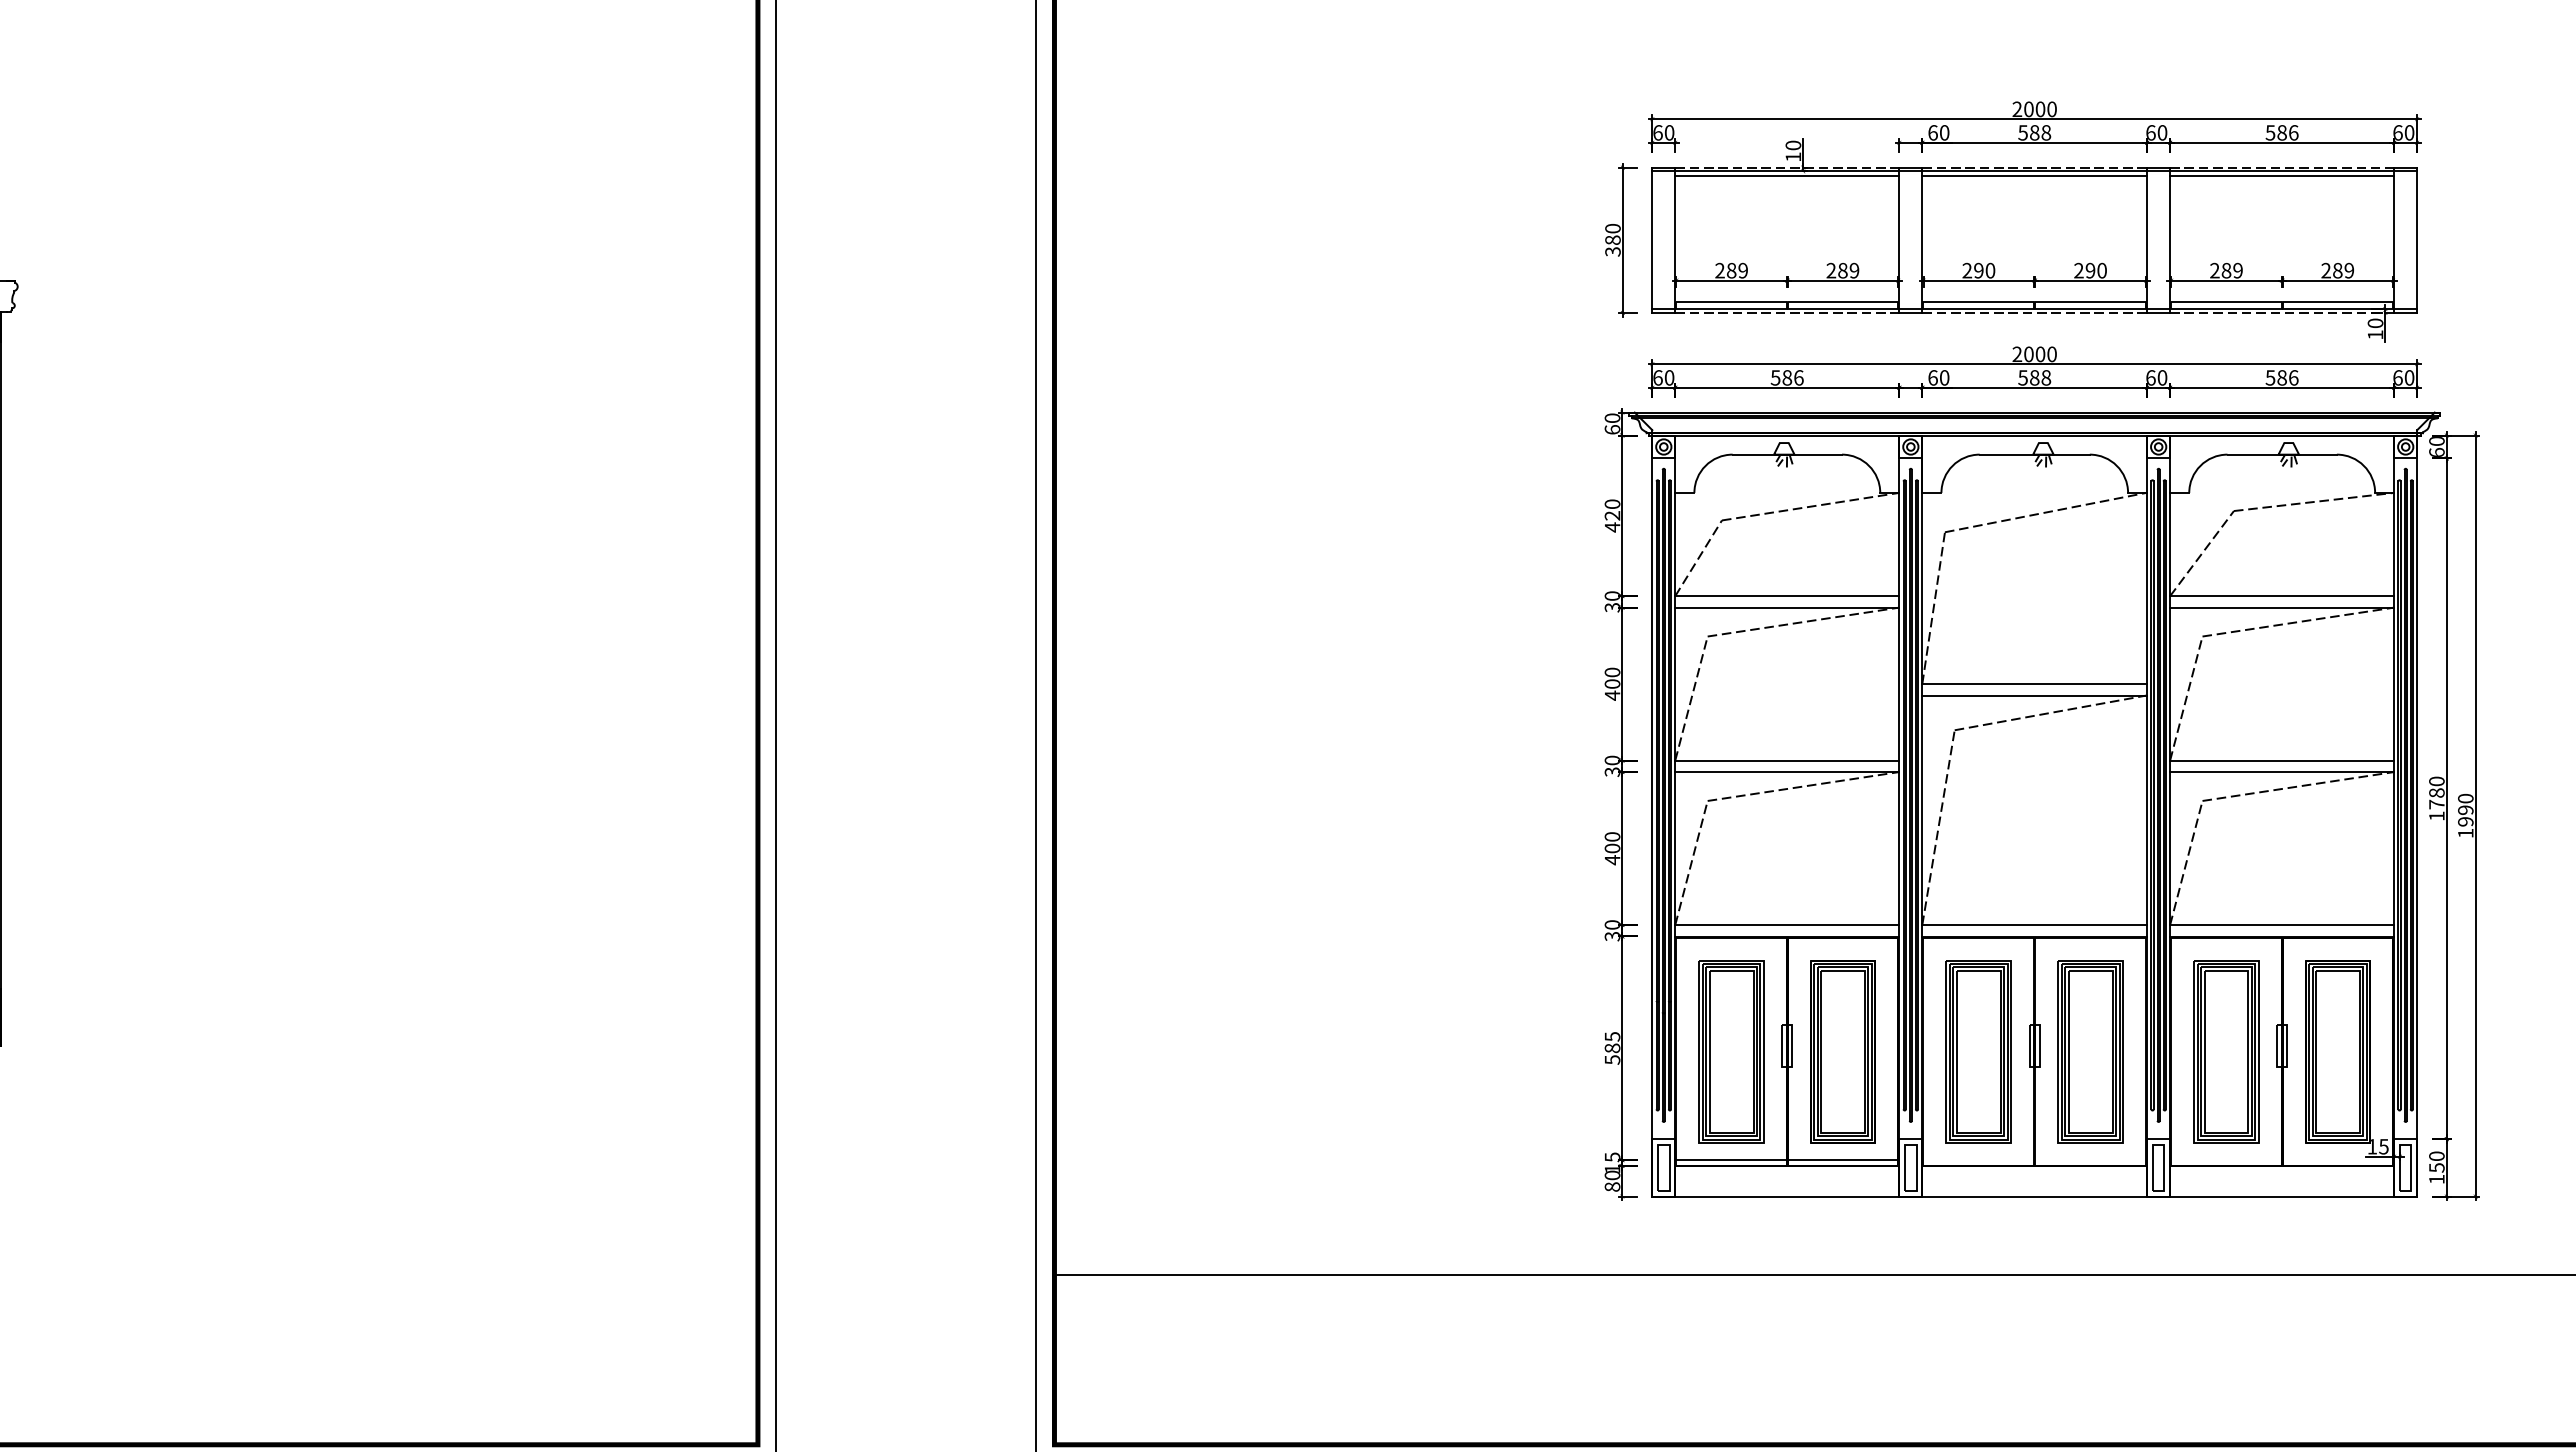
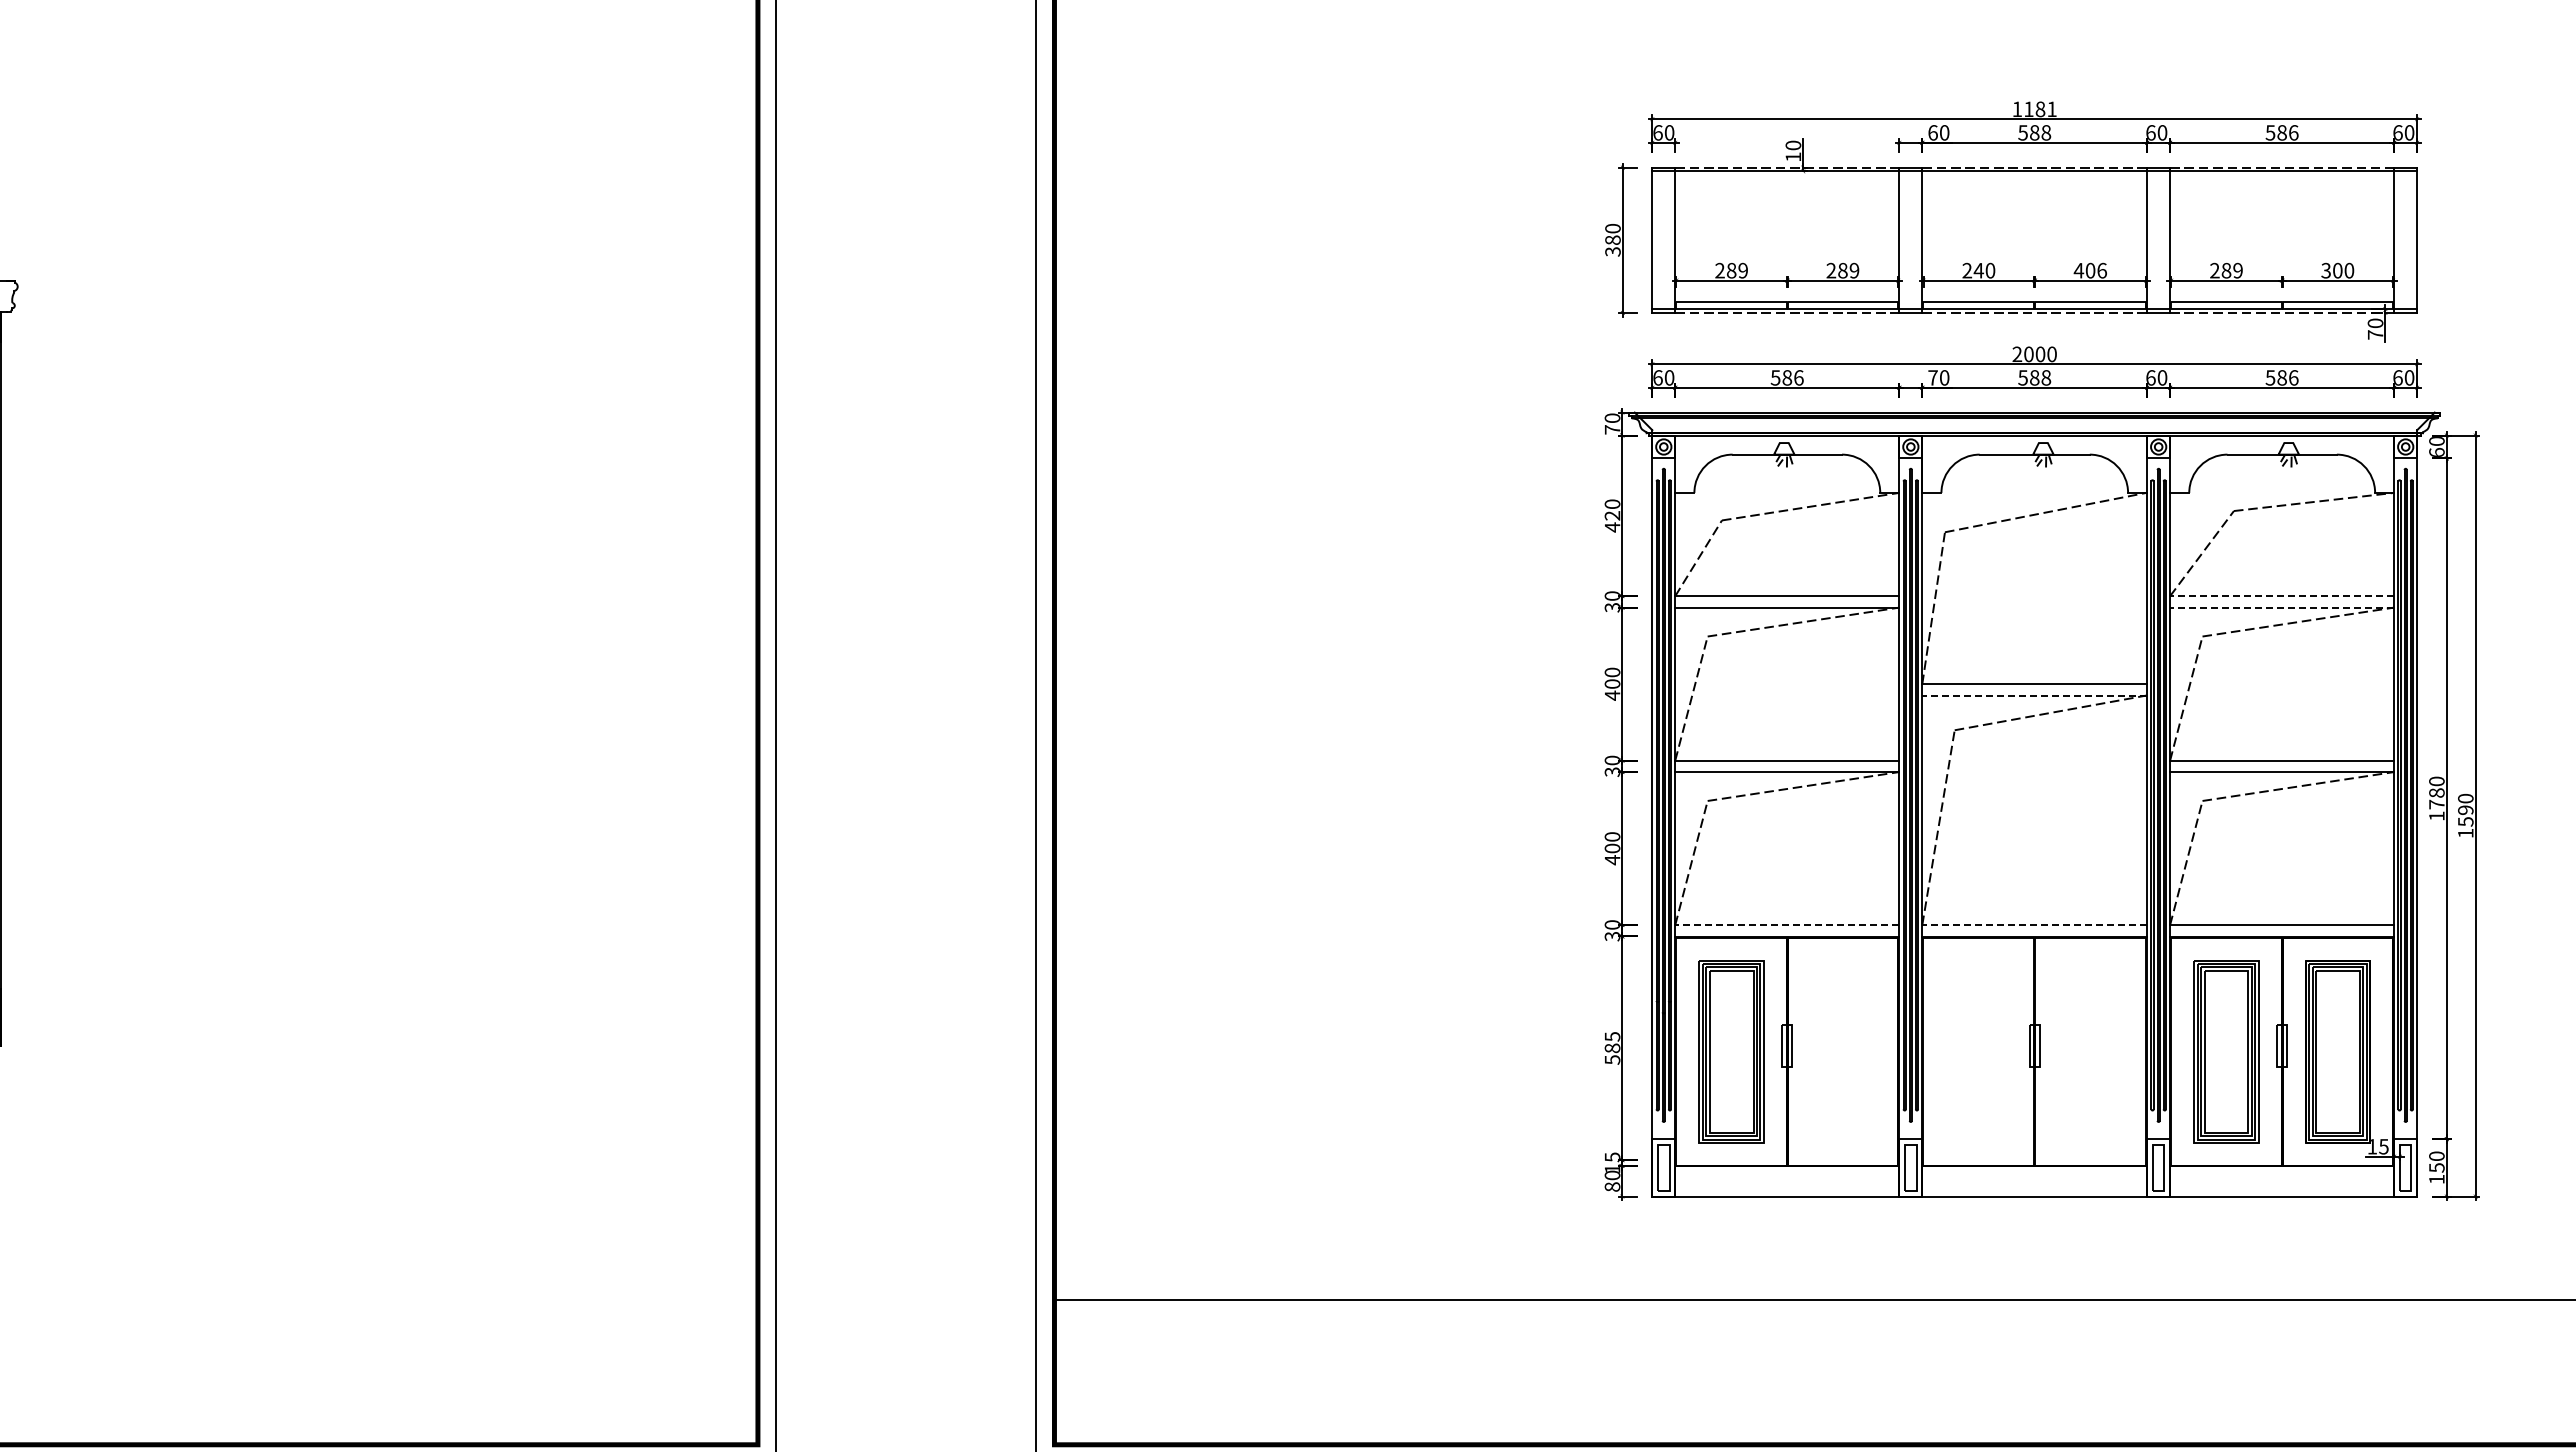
text at (2034, 109): 2000 -> 1181
line at (1787, 176): present -> none
line at (2034, 176): present -> none
line at (2282, 176): present -> none
text at (1978, 270): 290 -> 240
text at (2089, 270): 290 -> 406
text at (2337, 270): 289 -> 300
text at (2375, 334): 10 -> 70
text at (1932, 377): 60 -> 70
text at (1612, 429): 60 -> 70
line at (2281, 596): solid -> dashed
line at (2281, 607): solid -> dashed
line at (2034, 695): solid -> dashed
text at (2465, 821): 1990 -> 1590
line at (1786, 925): solid -> dashed
line at (2034, 925): solid -> dashed
part at (1842, 1051): present -> none
part at (1978, 1051): present -> none
part at (2090, 1051): present -> none
line at (1787, 1160): present -> none
line at (1813, 1274) position: (1813, 1274) -> (1813, 1299)
